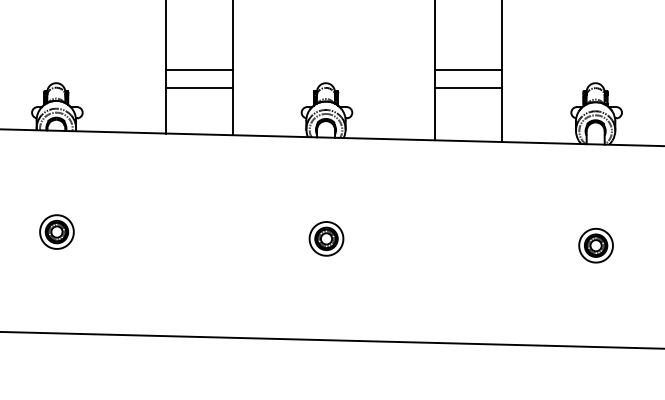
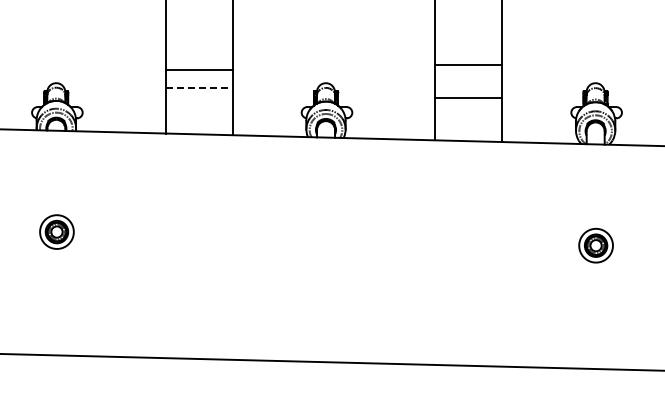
line at (468, 69) position: (468, 69) -> (468, 64)
line at (199, 87): solid -> dashed
line at (468, 87) position: (468, 87) -> (468, 97)
part at (326, 238): present -> none
line at (331, 340) position: (331, 340) -> (331, 362)
